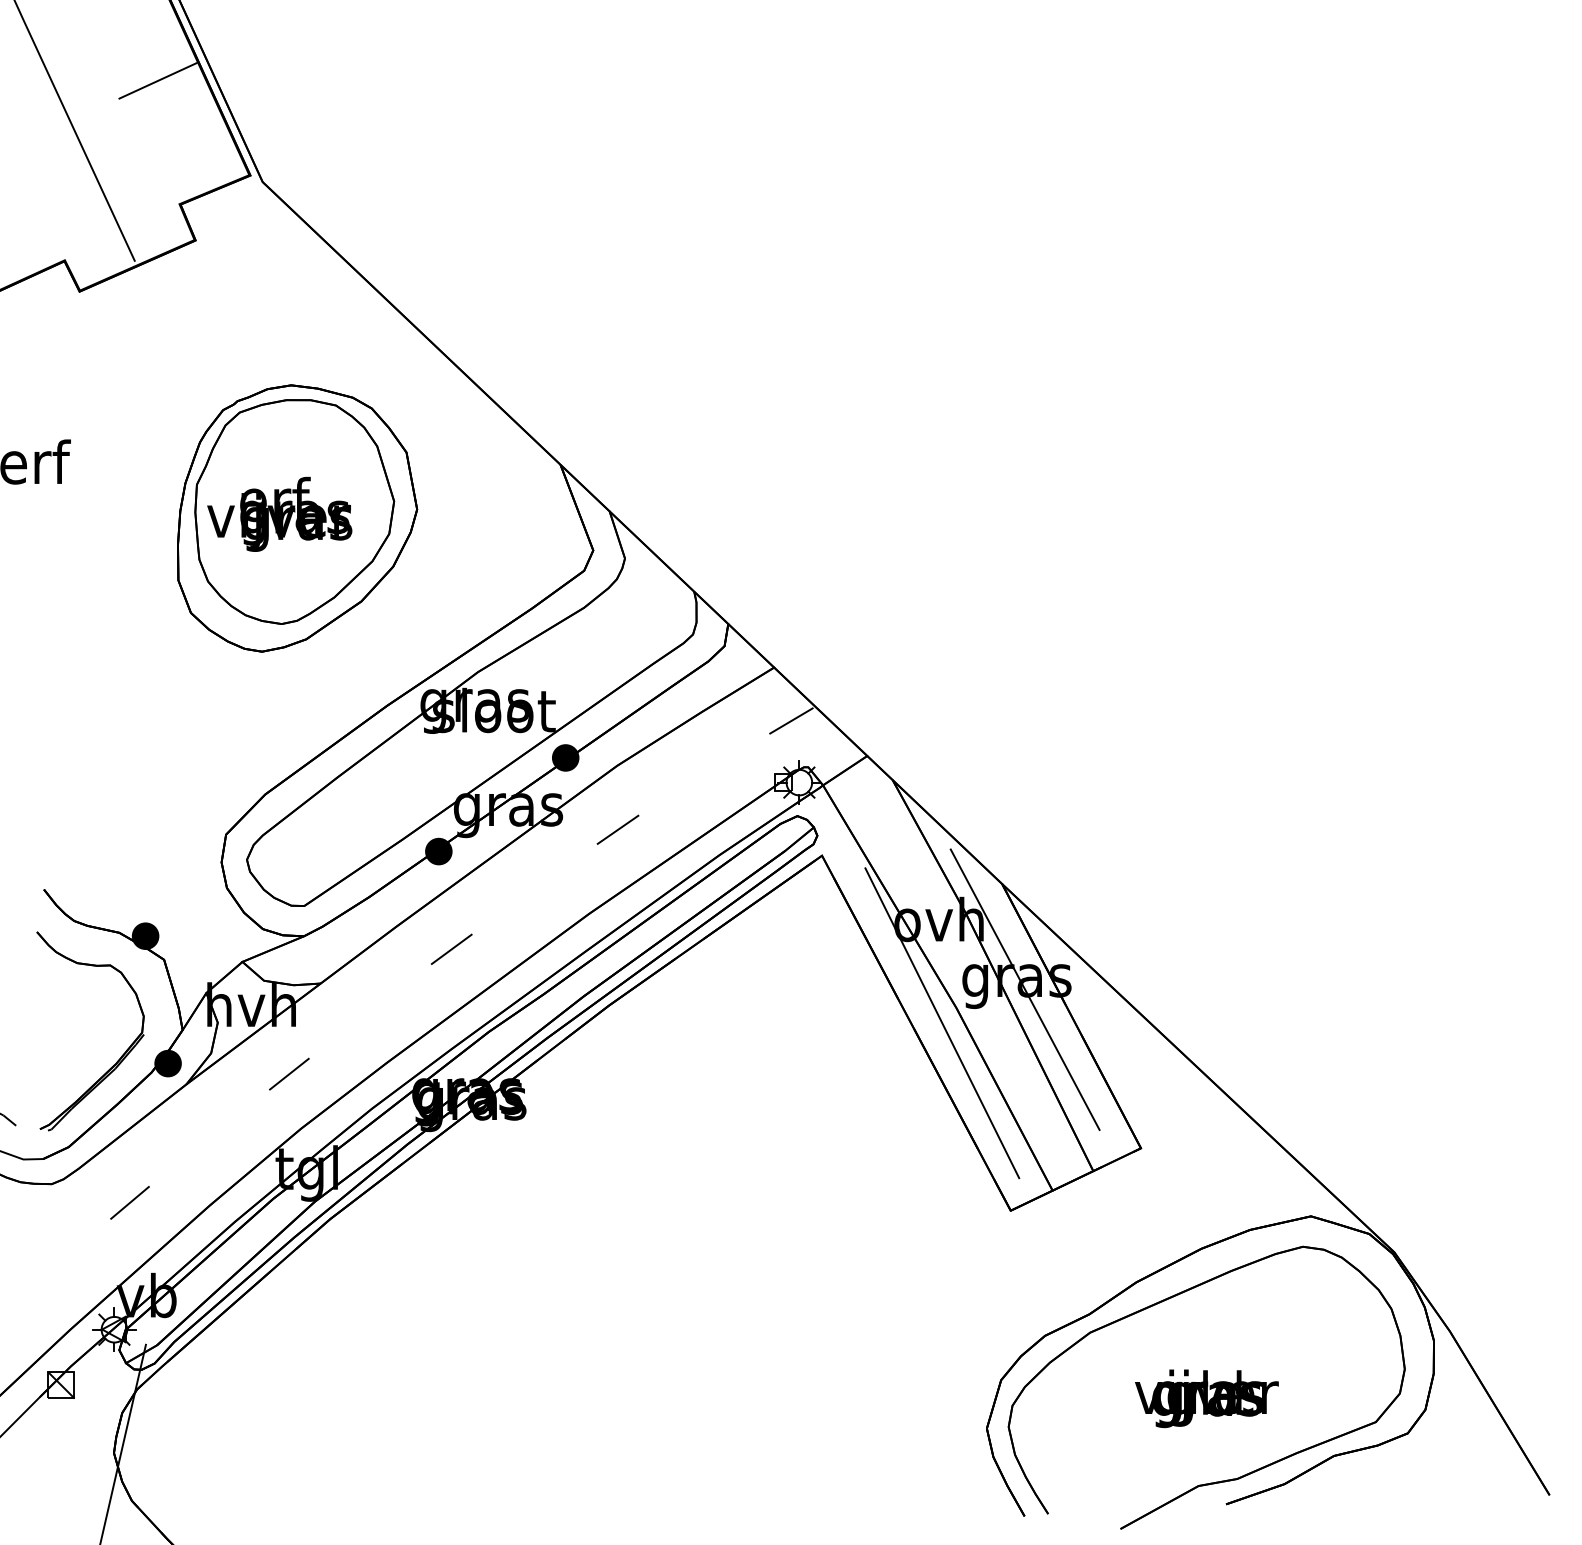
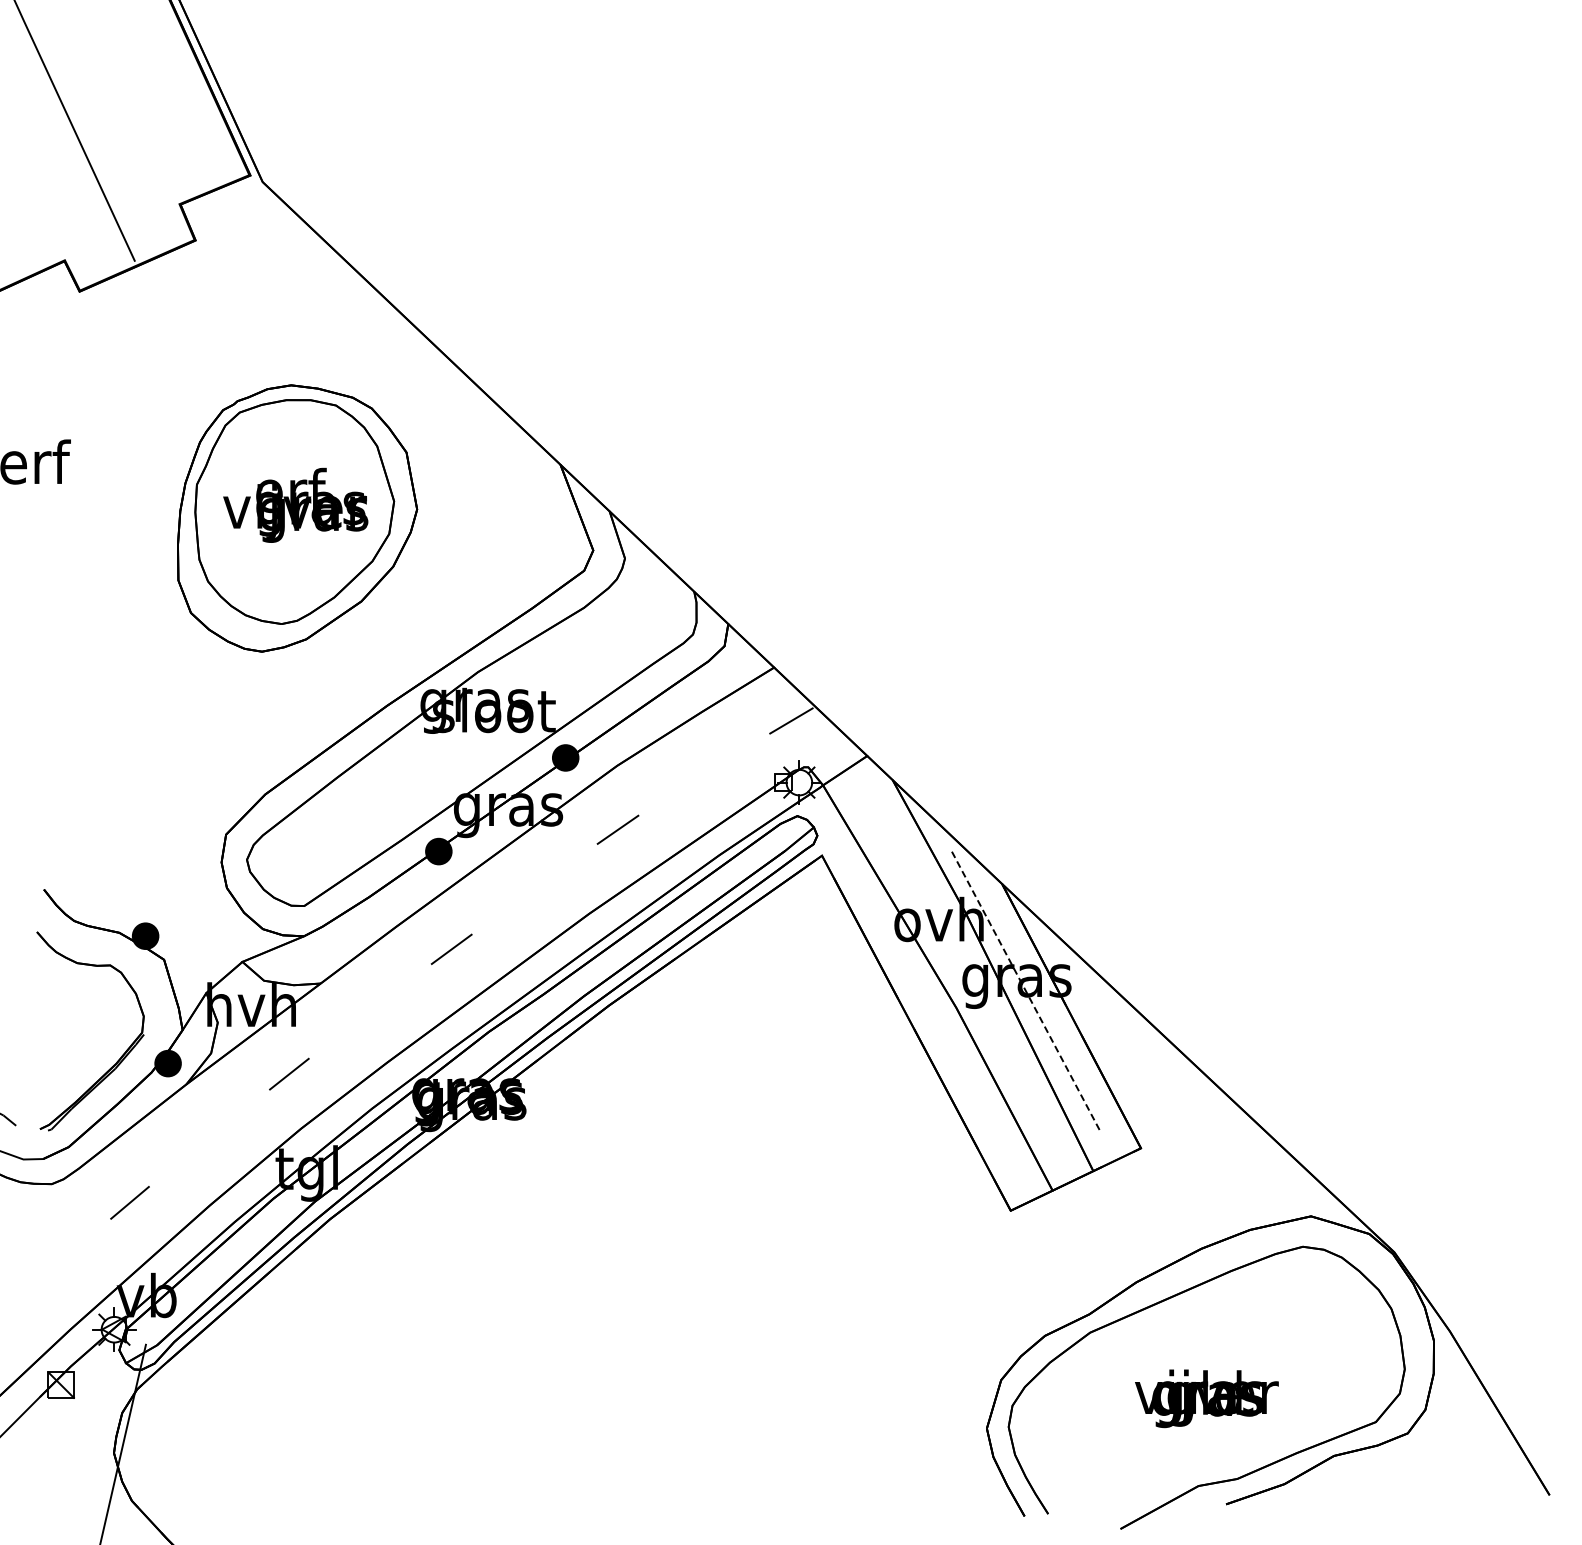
line at (157, 80): present -> none
text at (279, 513) position: (279, 513) -> (295, 504)
line at (1025, 989): solid -> dashed
line at (942, 1023): present -> none
